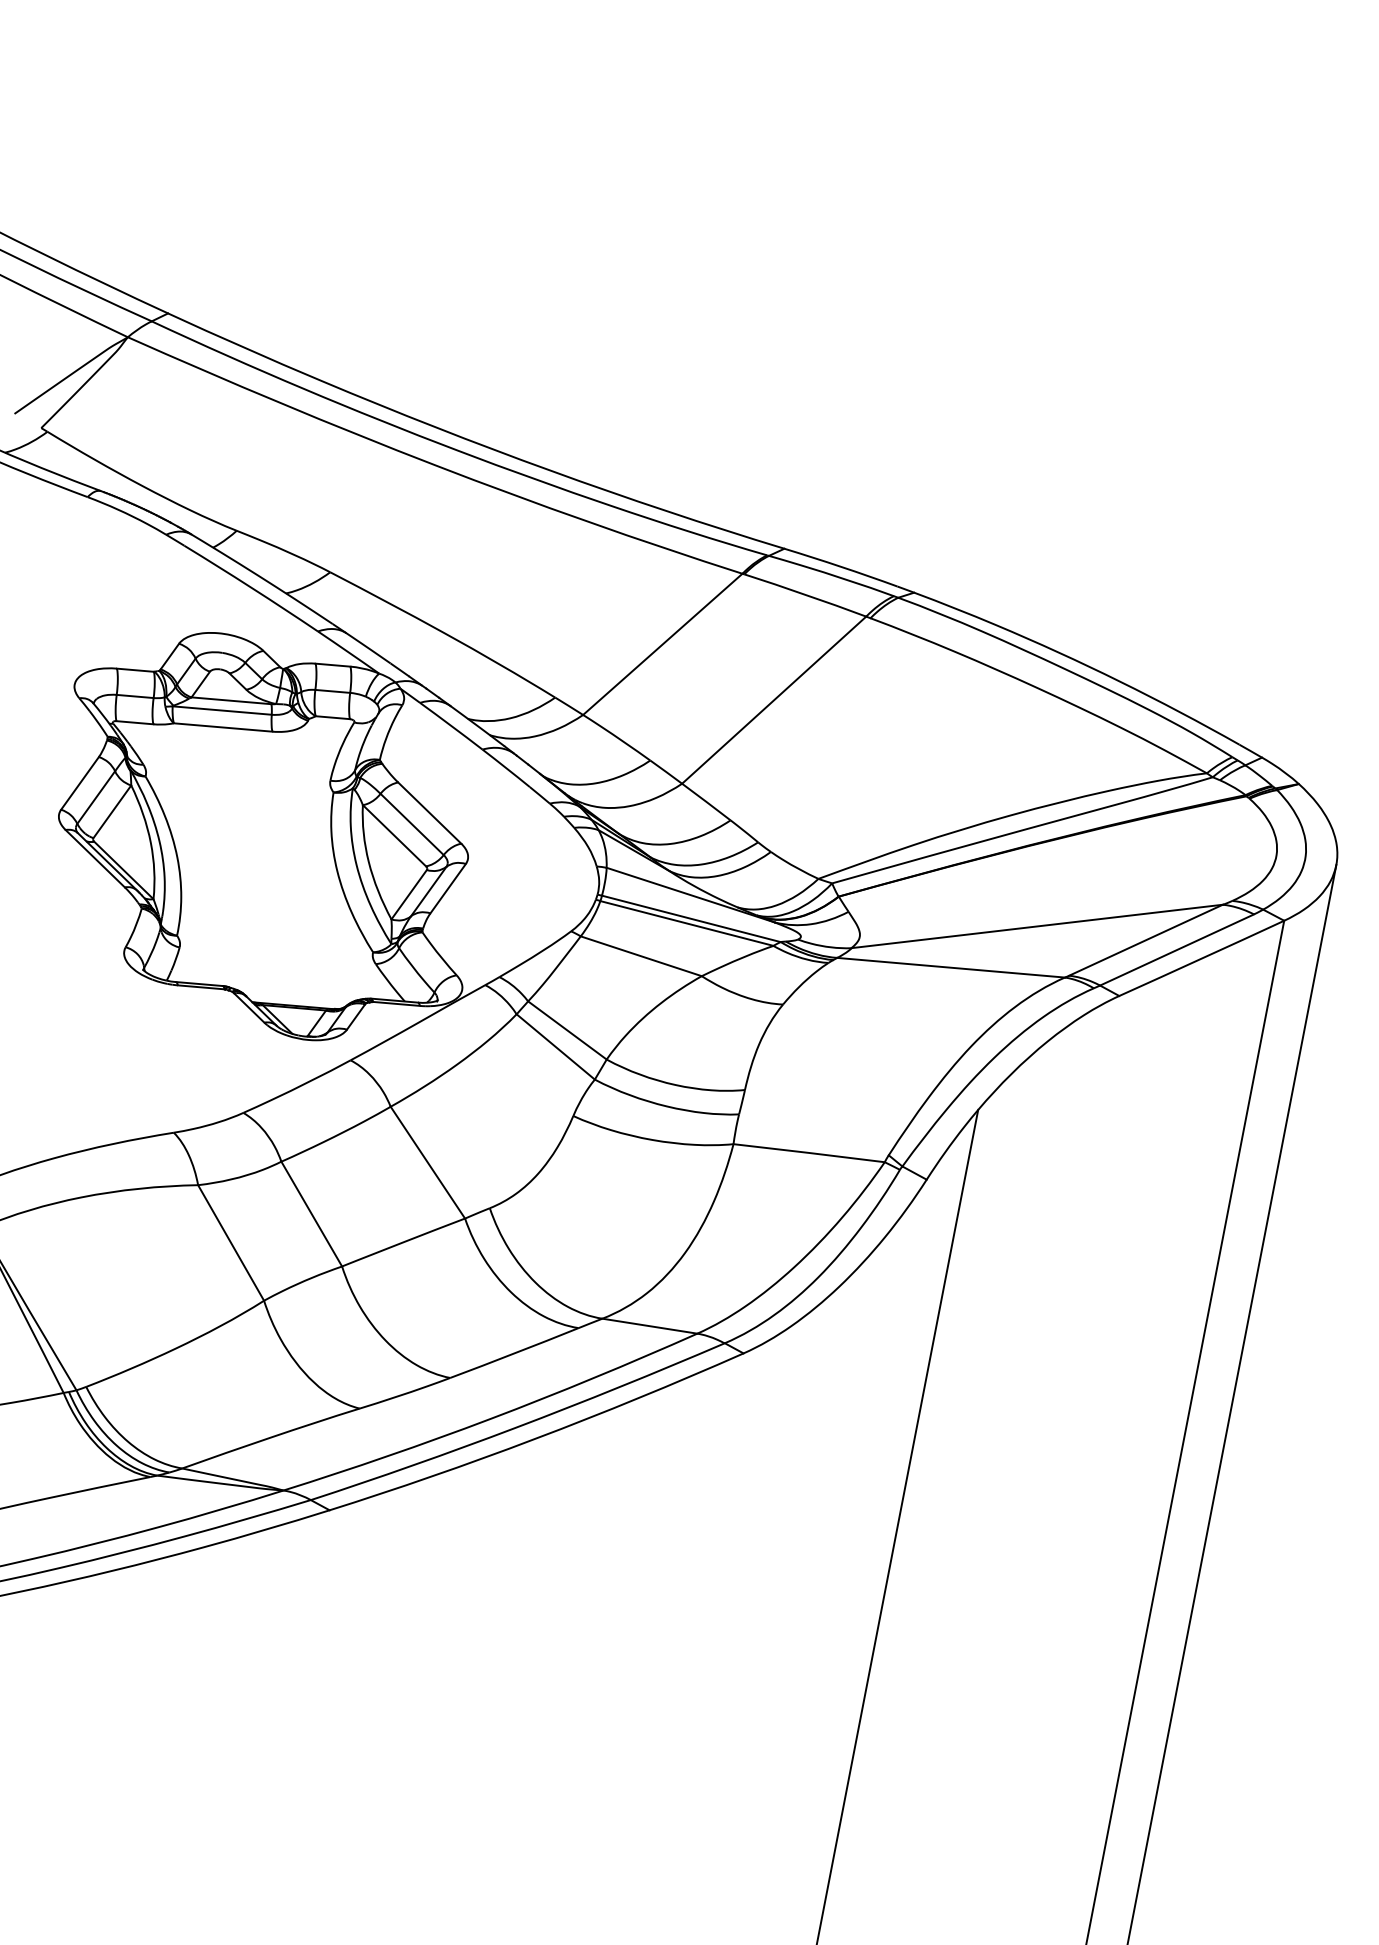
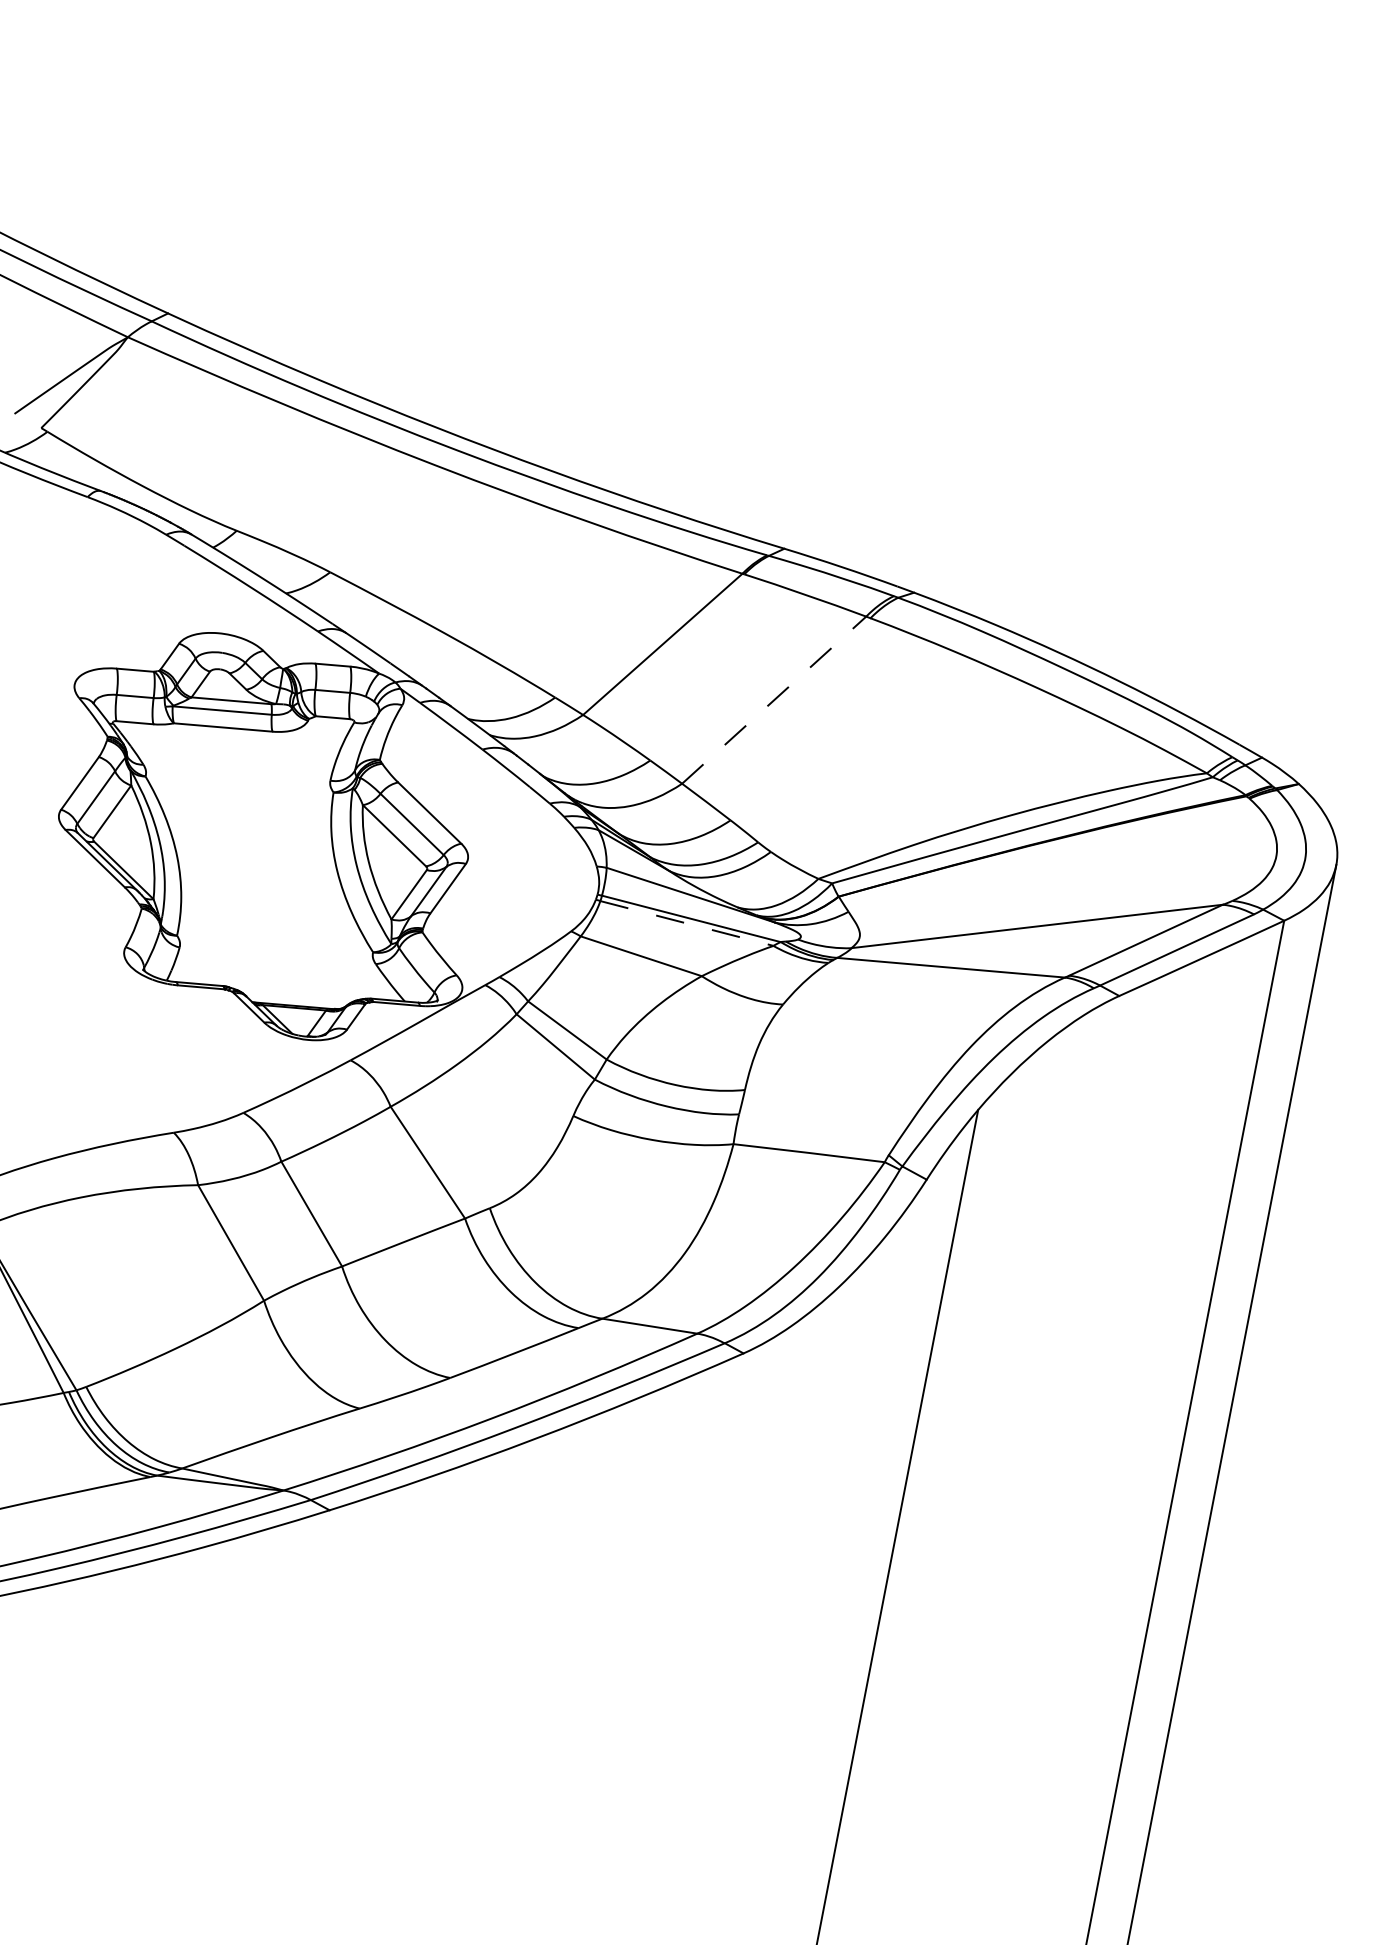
line at (774, 699): solid -> dashed
line at (687, 923): solid -> dashed
